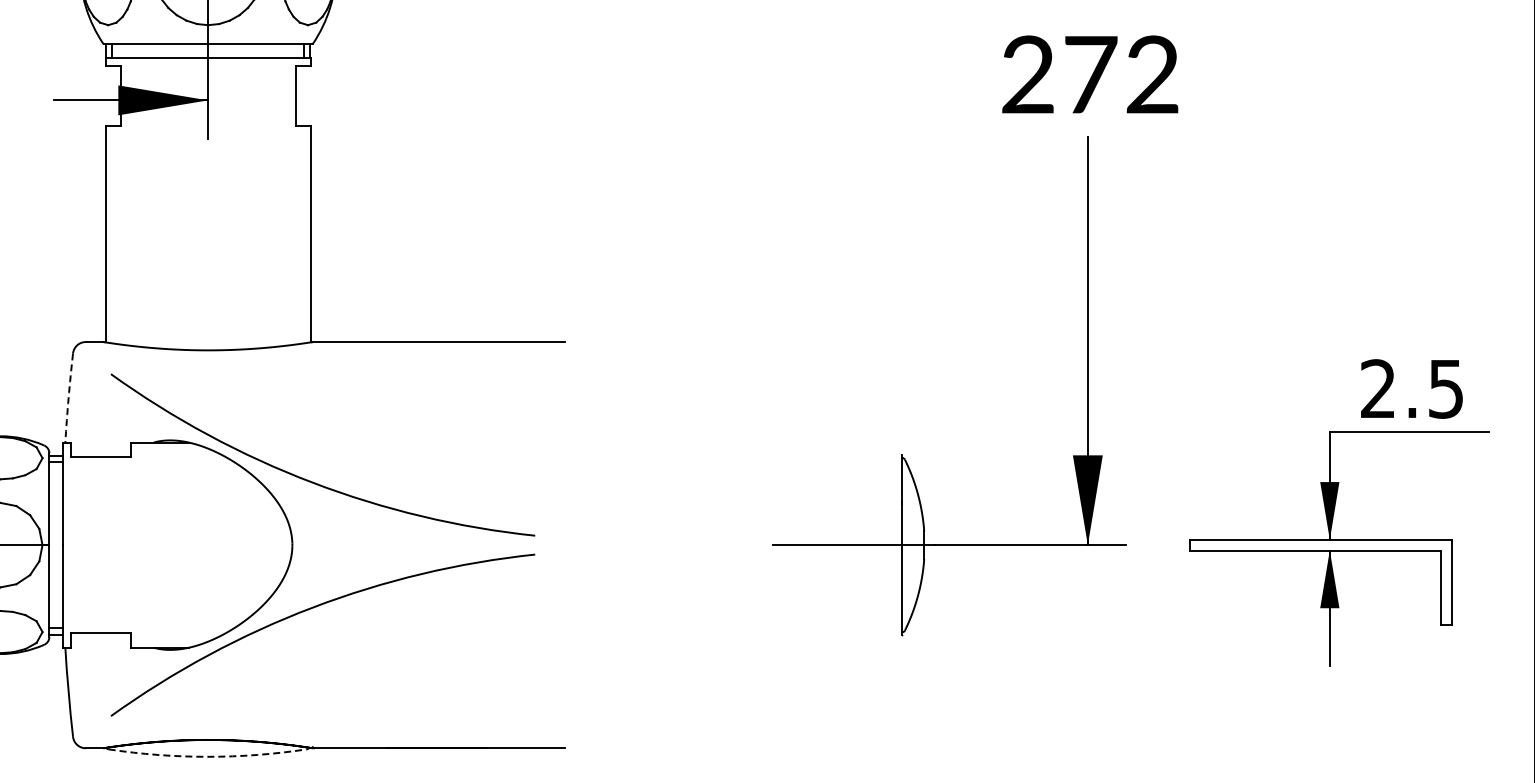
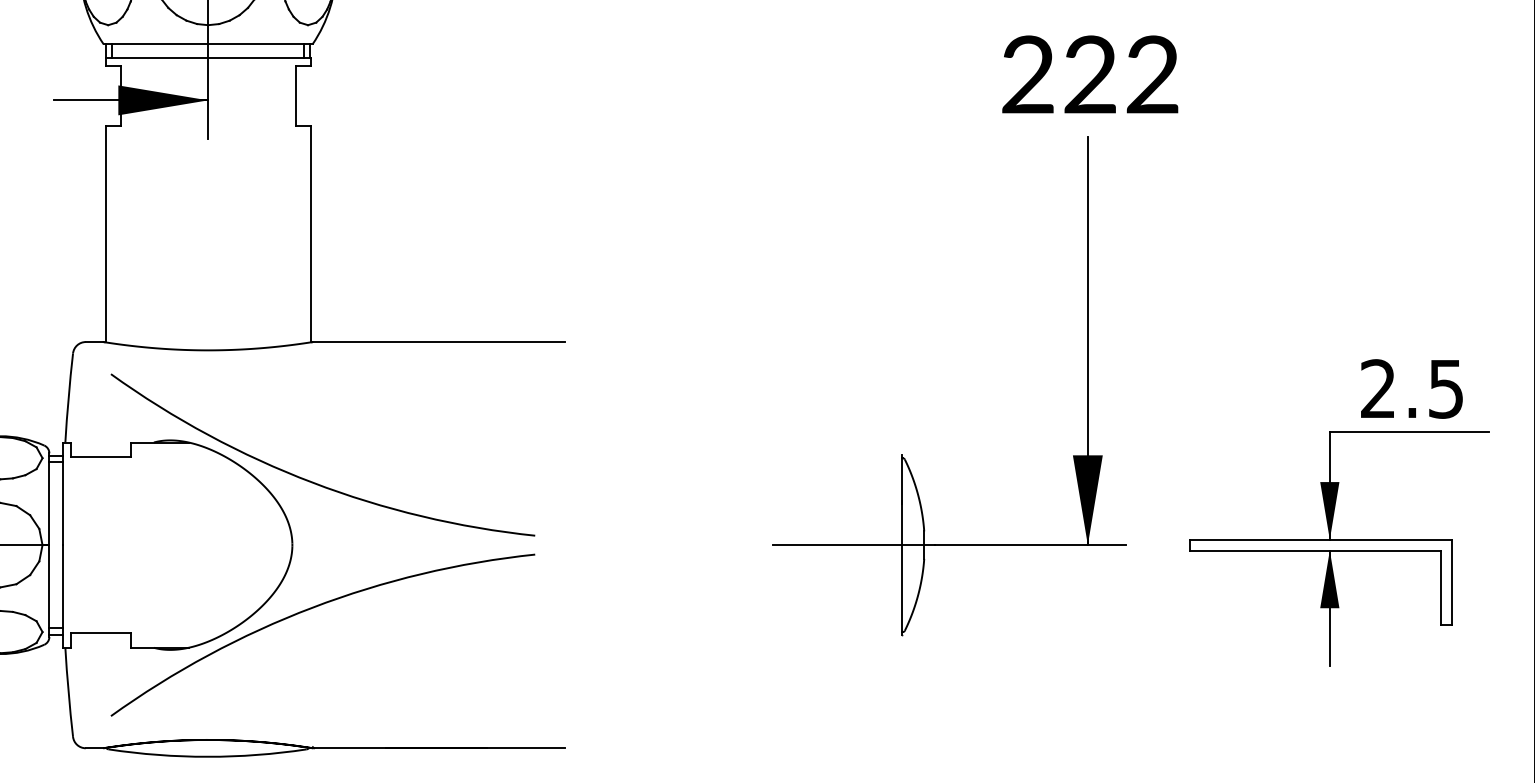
text at (1090, 74): 272 -> 222
arc at (68, 397): dashed -> solid
arc at (207, 756): dashed -> solid
